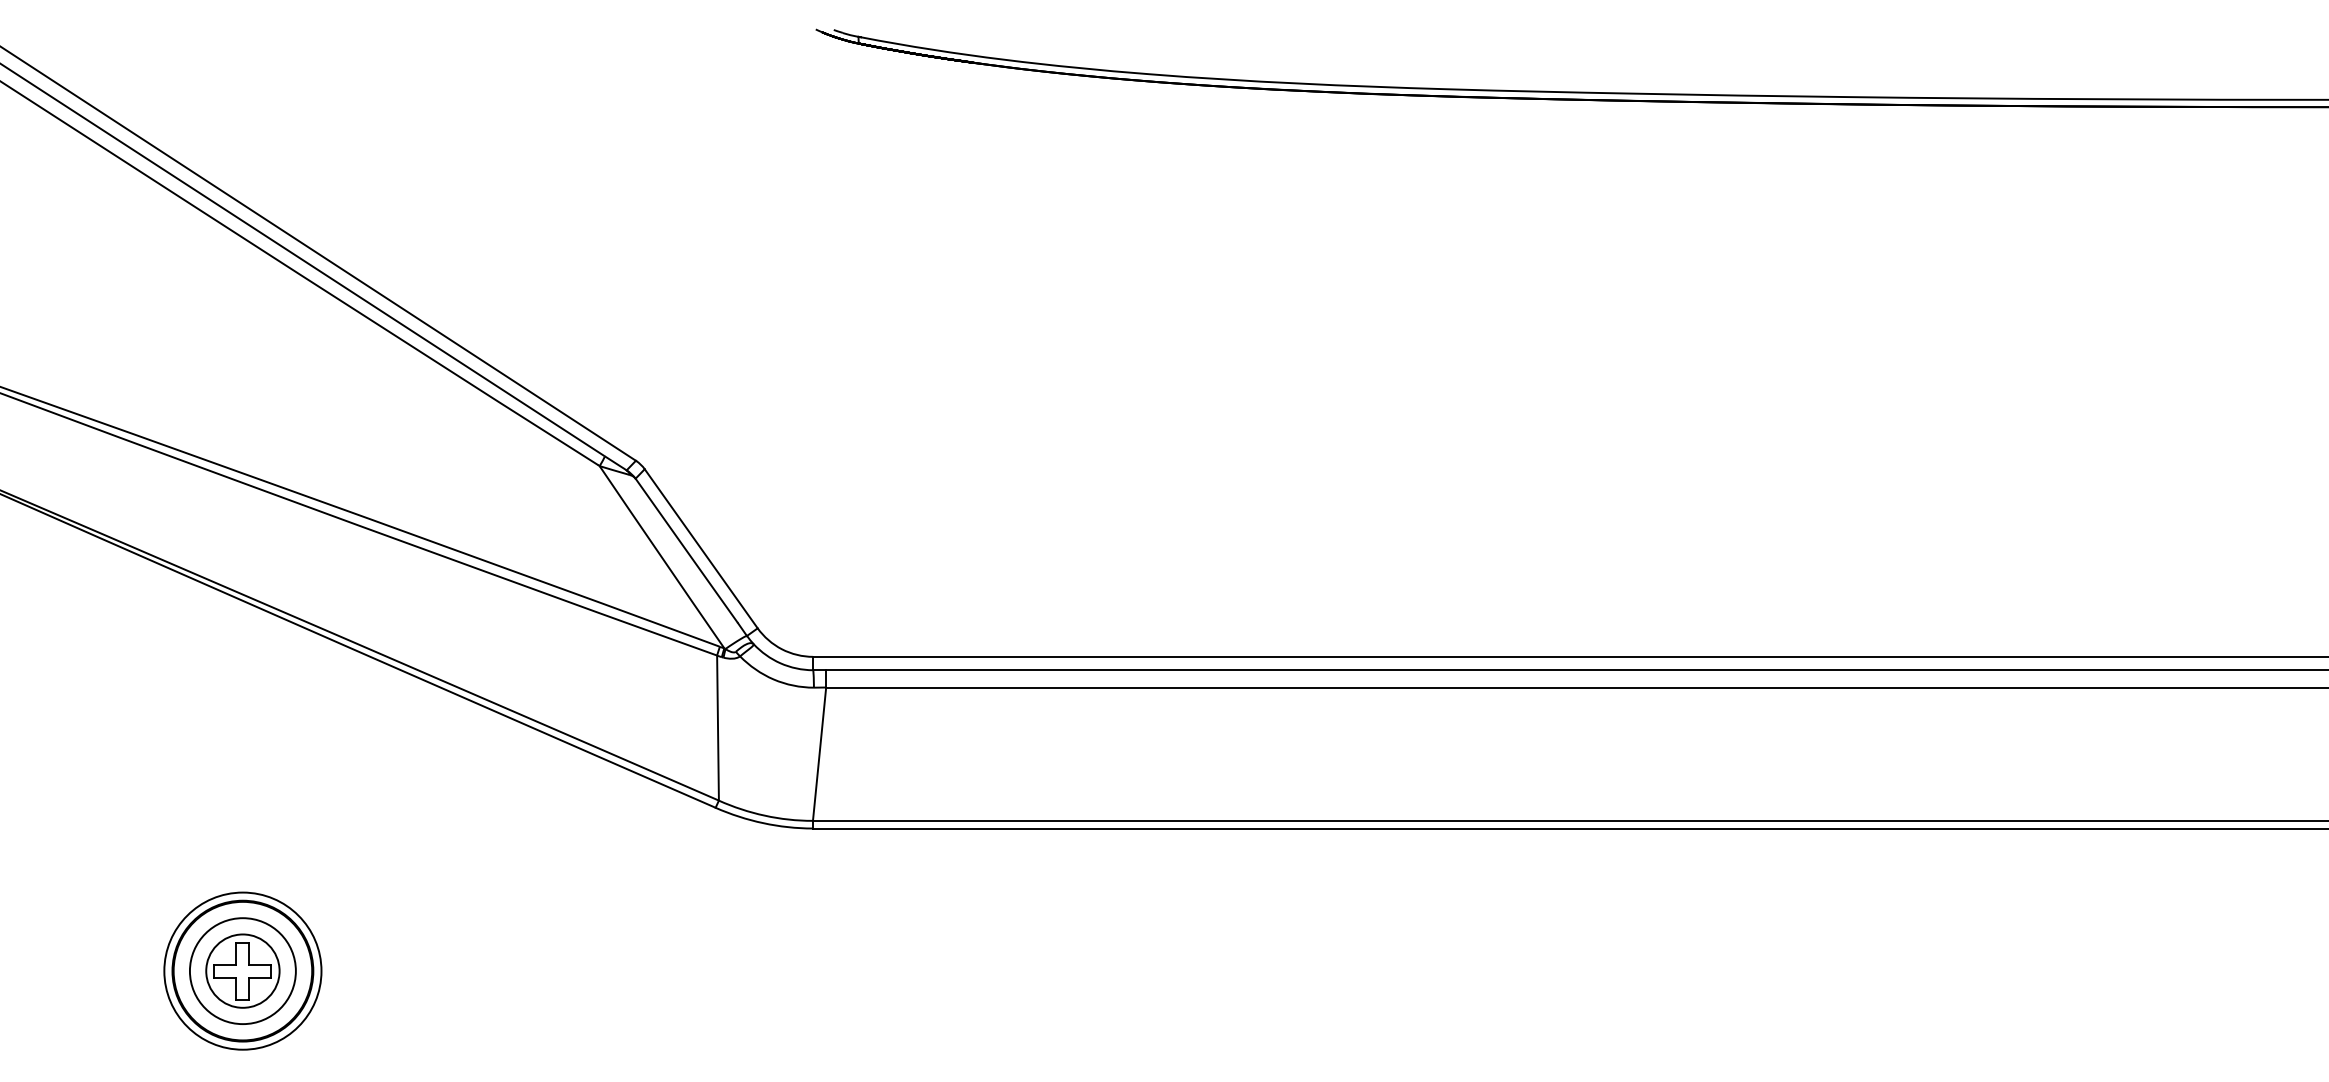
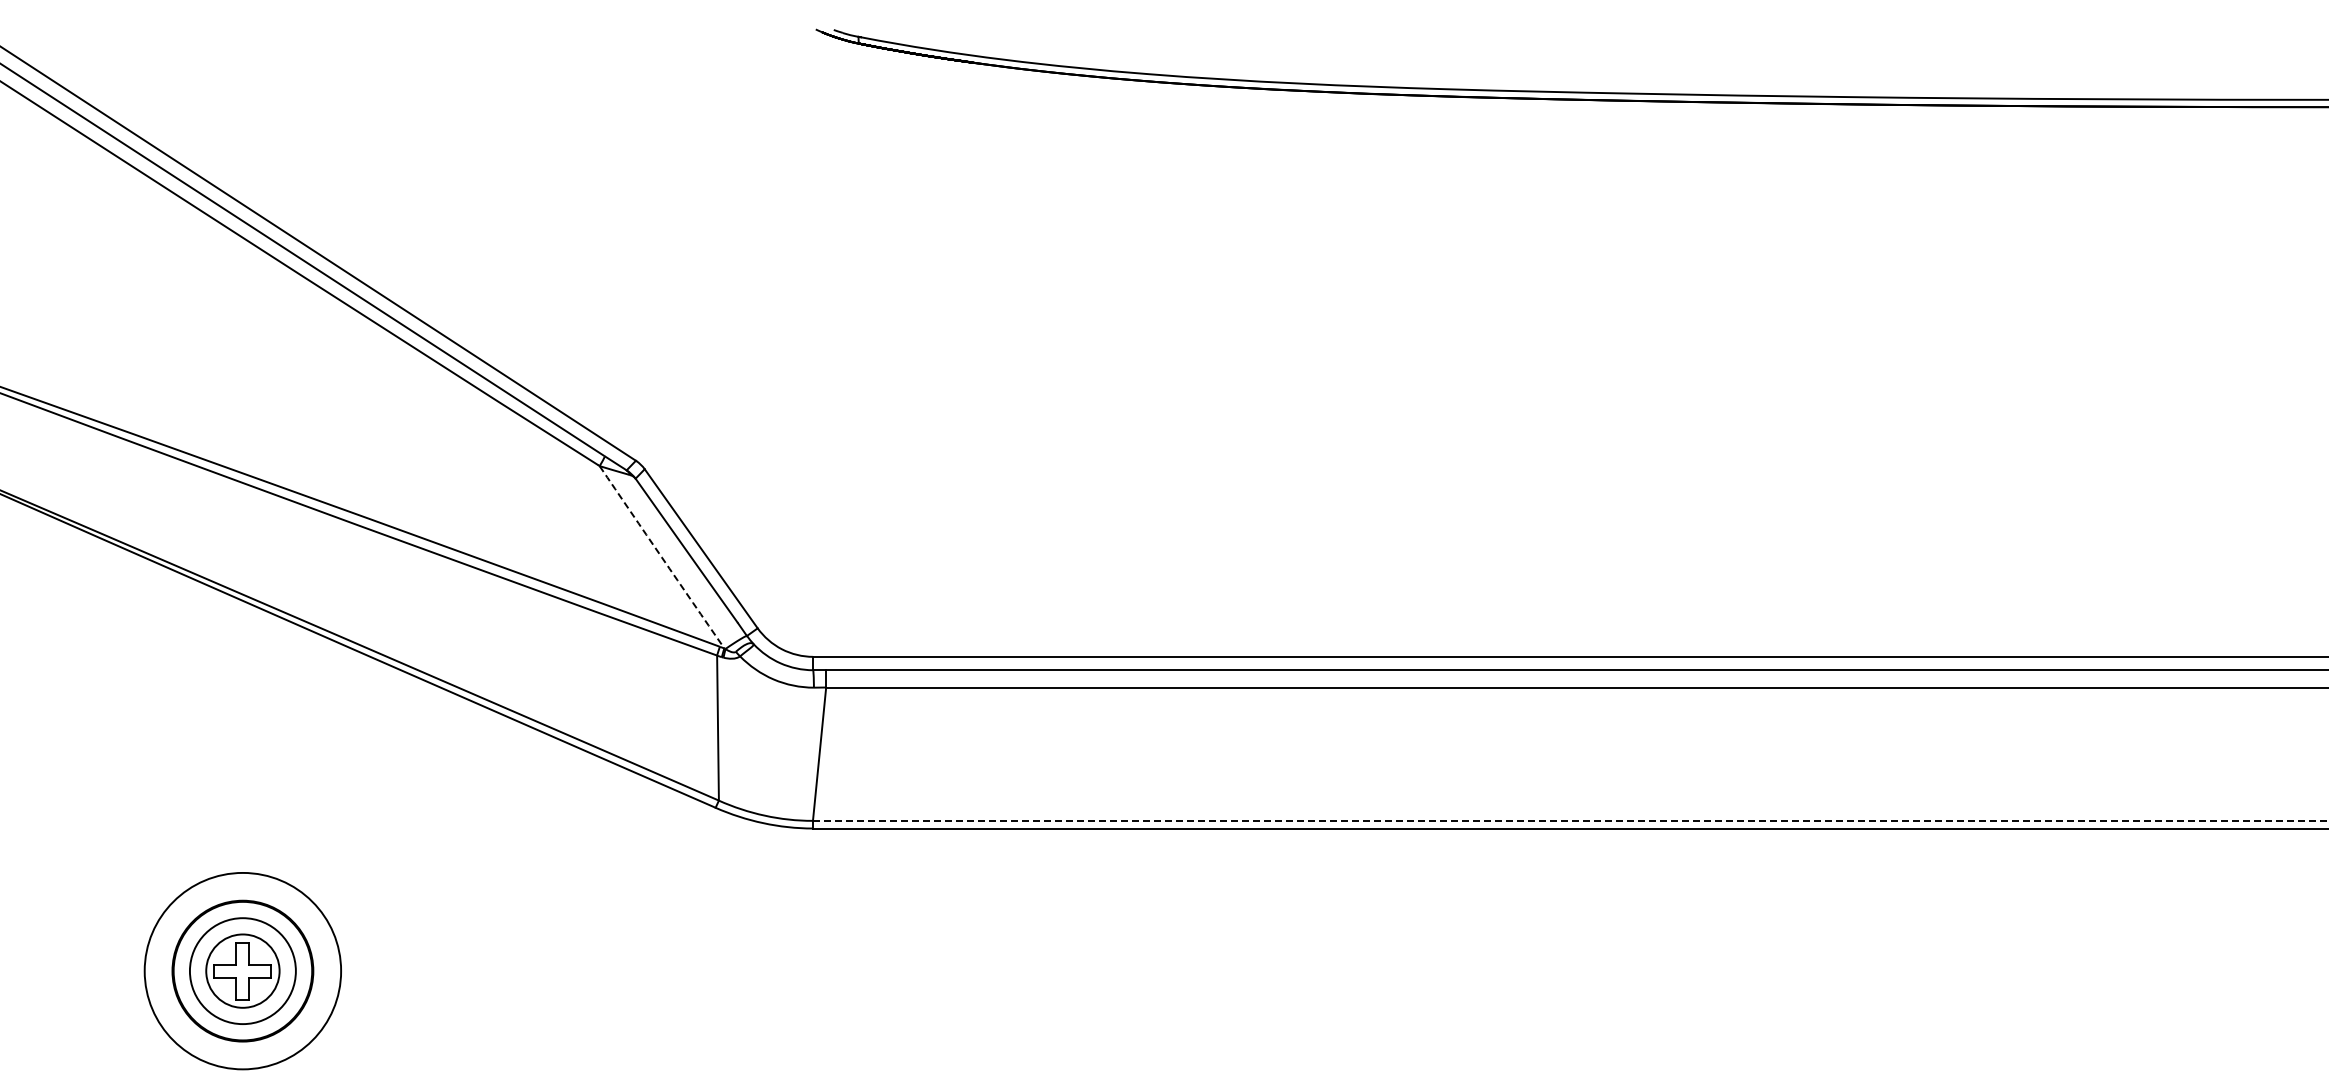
arc at (661, 557): solid -> dashed
line at (1570, 820): solid -> dashed
circle at (242, 970) diameter: 157 px -> 196 px
